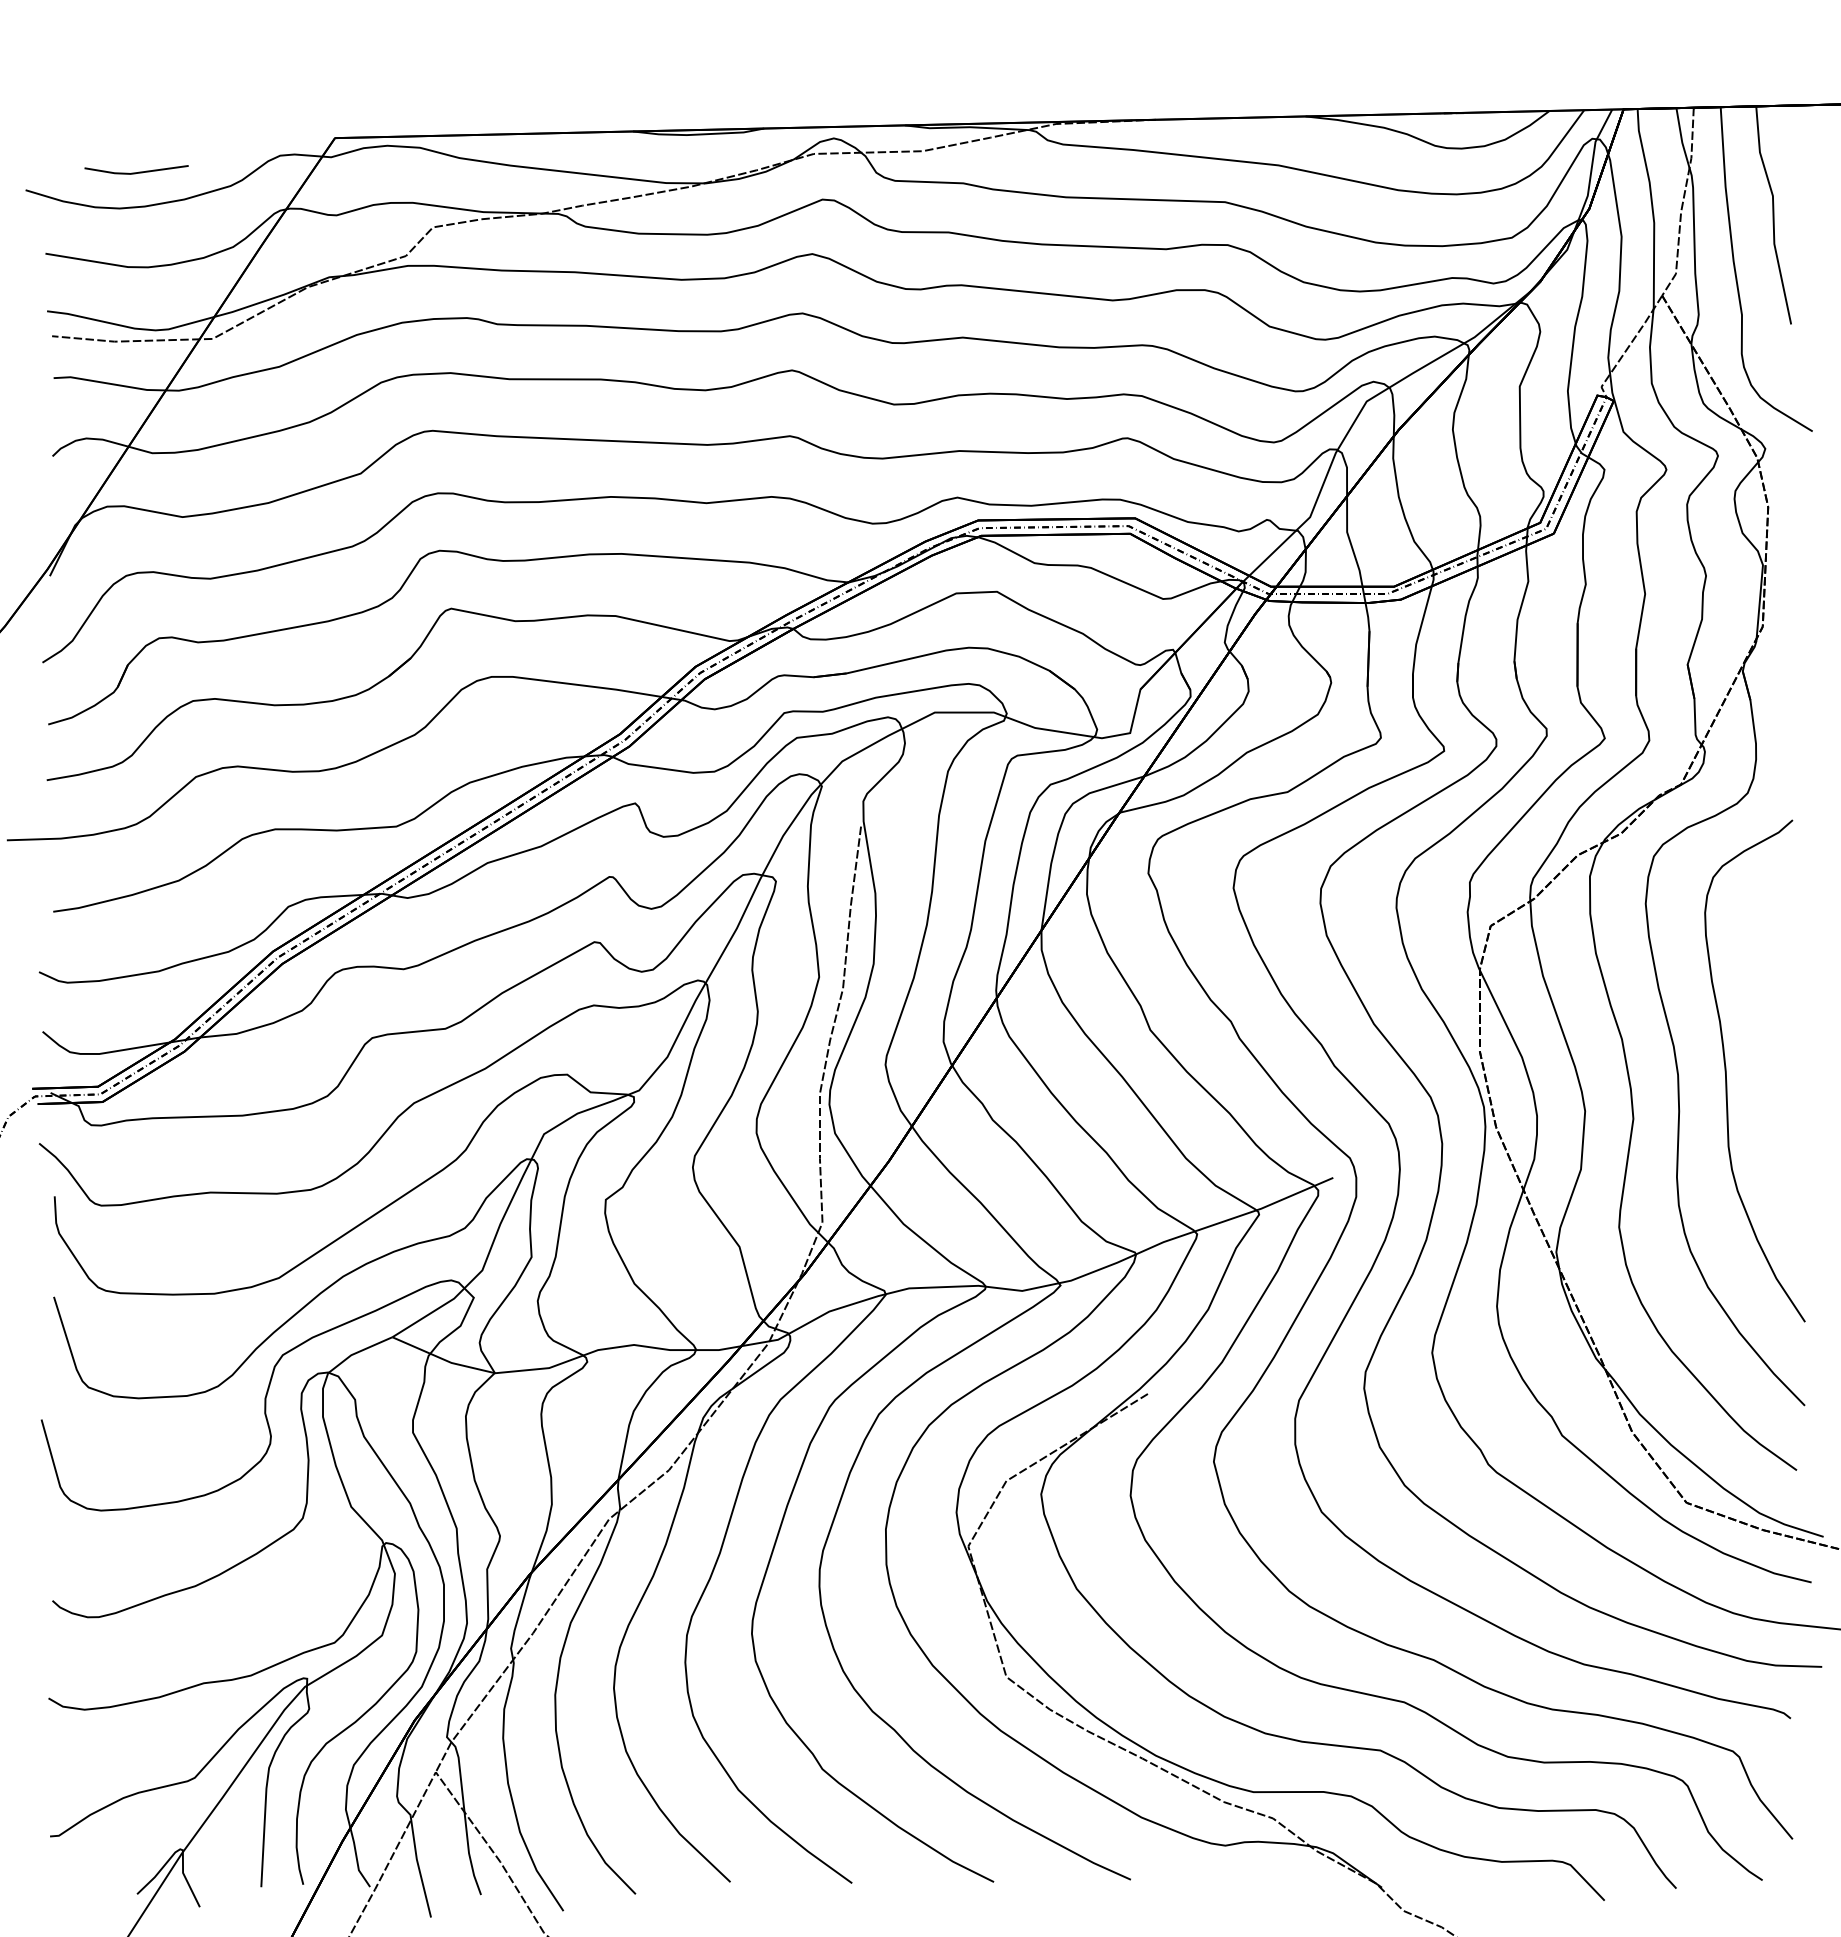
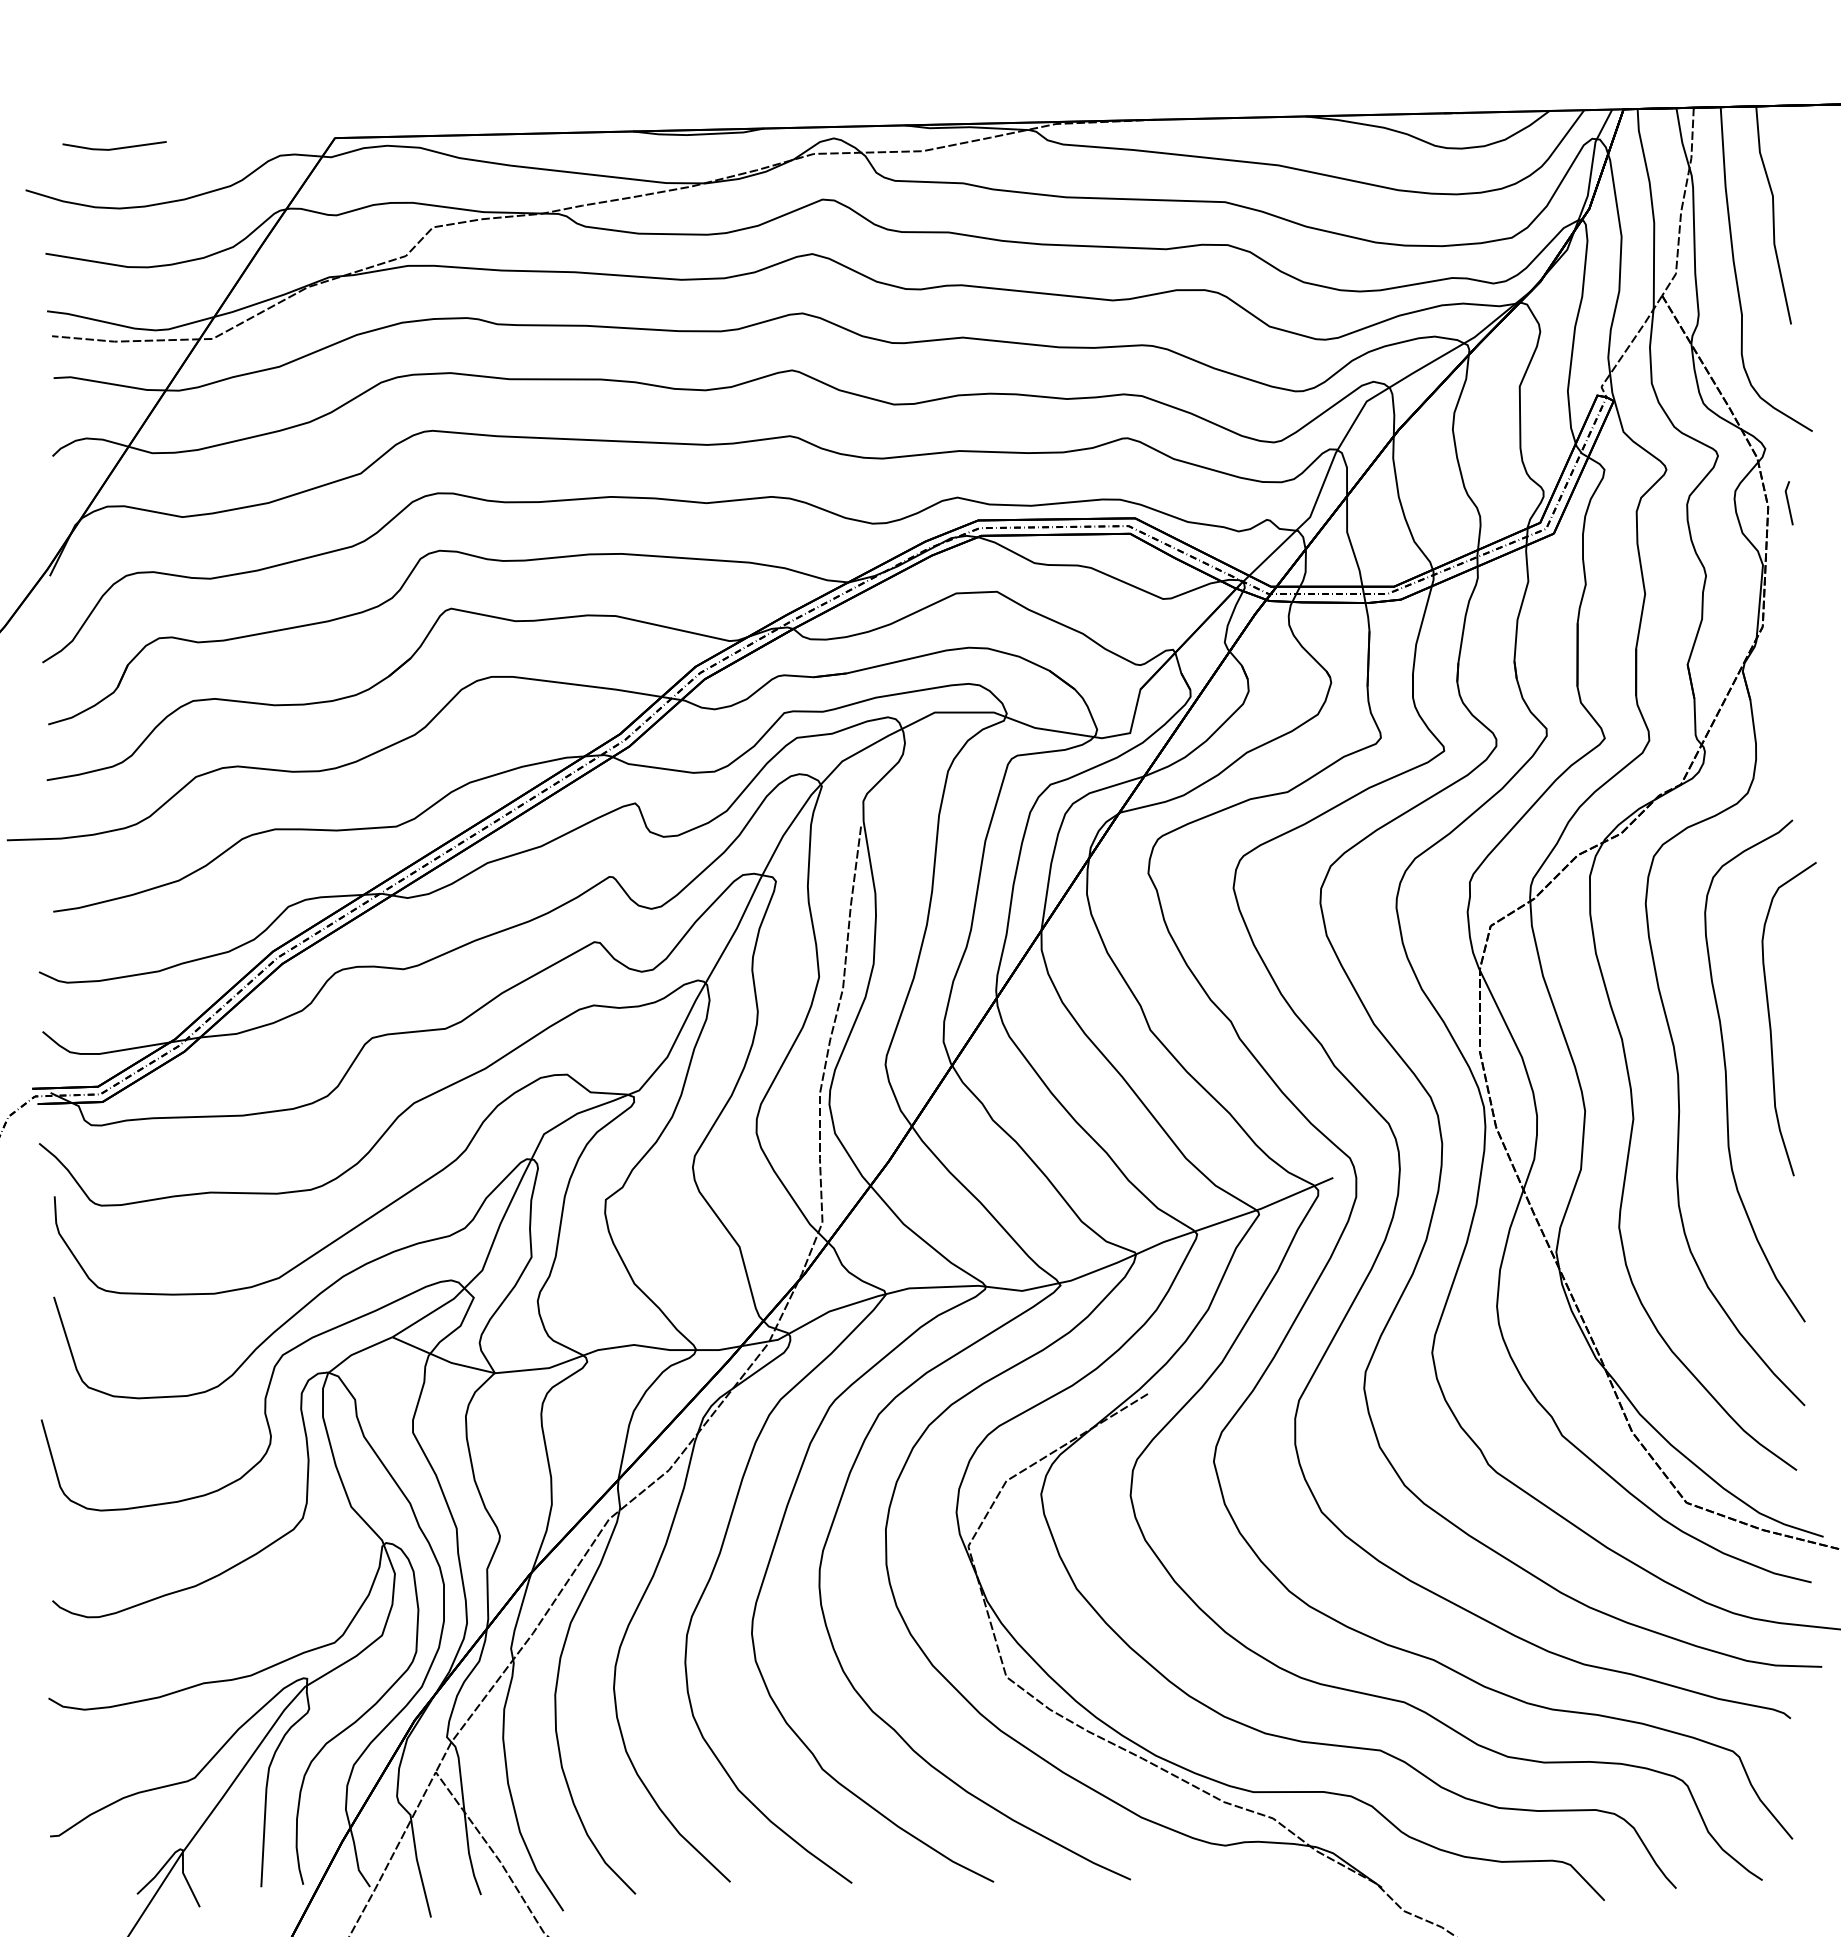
part at (136, 169) position: (136, 169) -> (114, 145)
line at (1788, 503): none -> present
curve at (1770, 1019): none -> present
